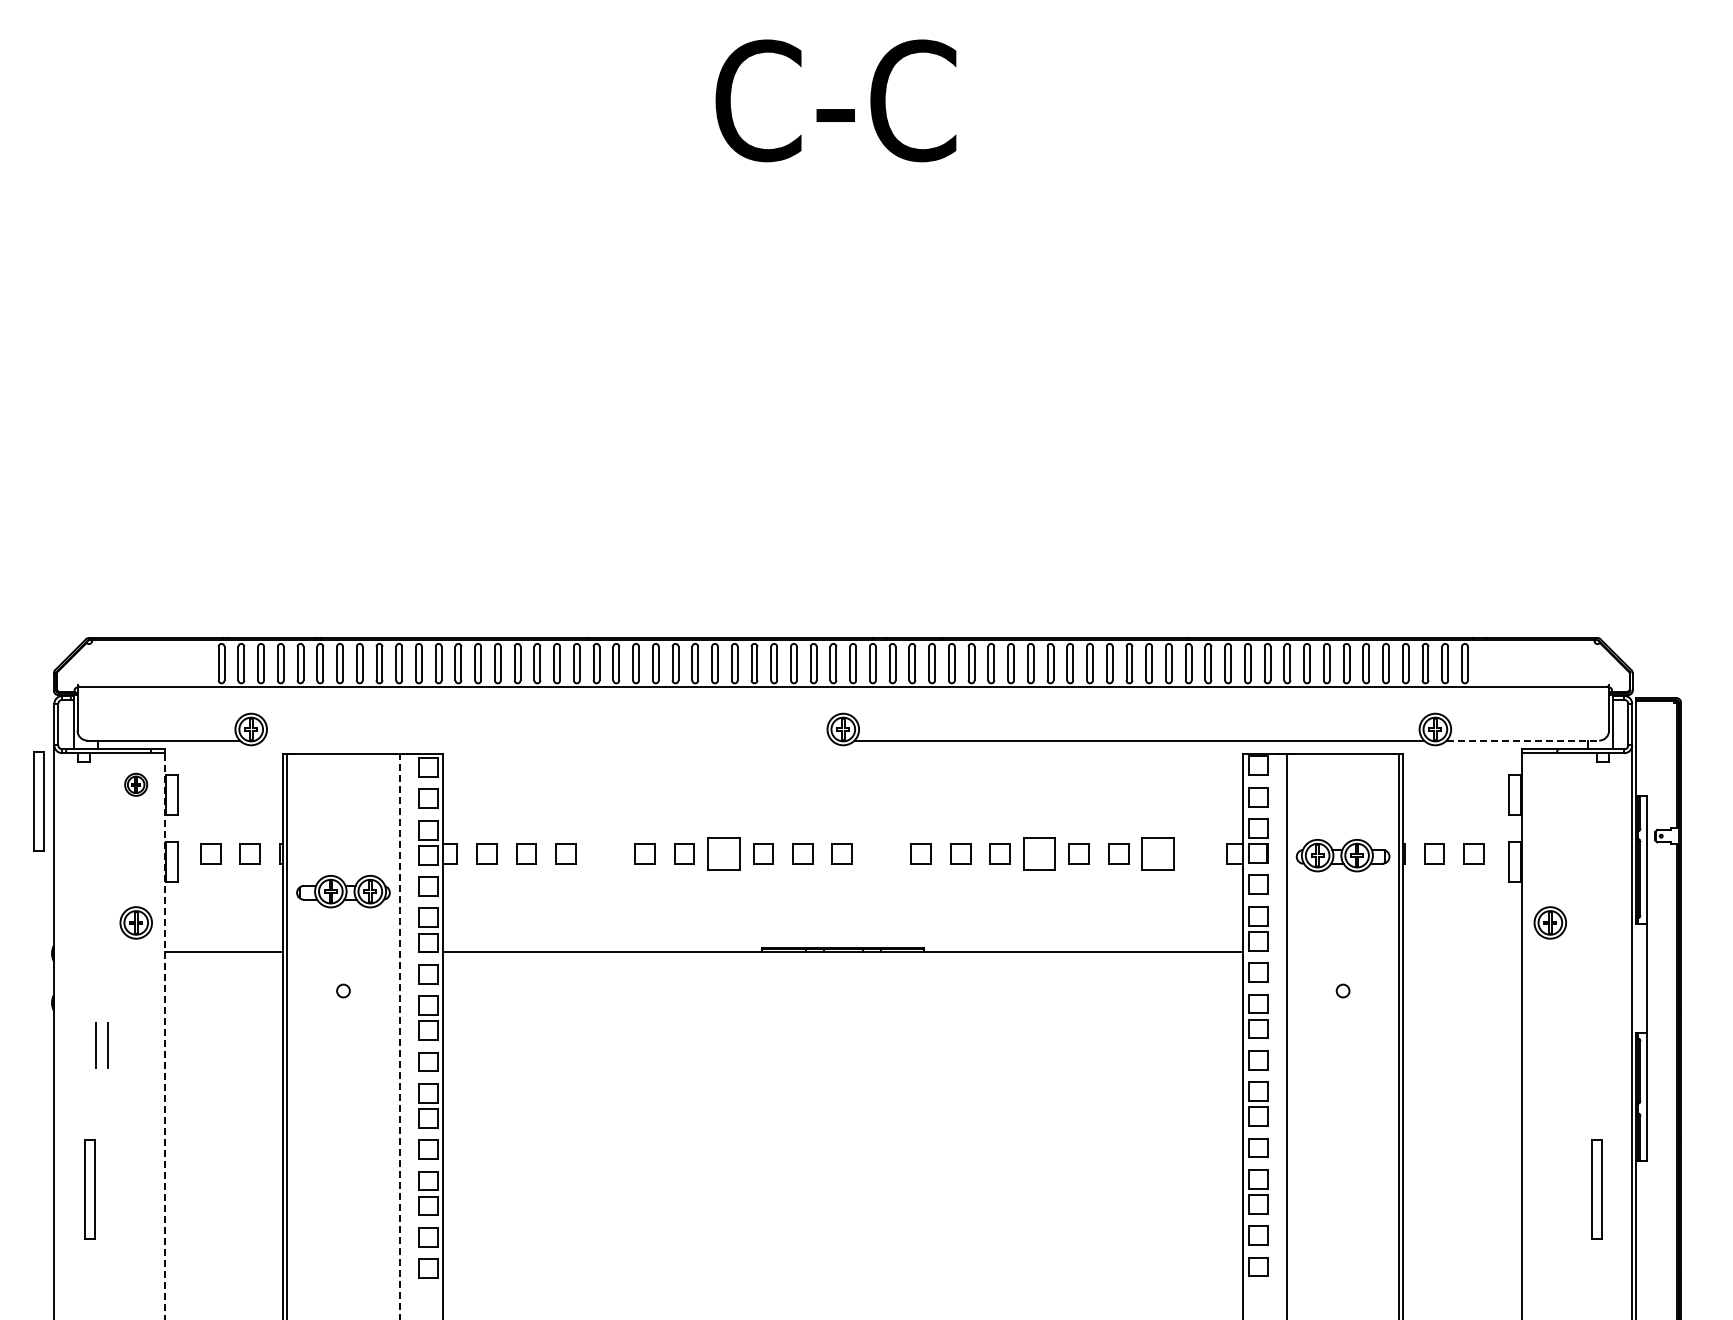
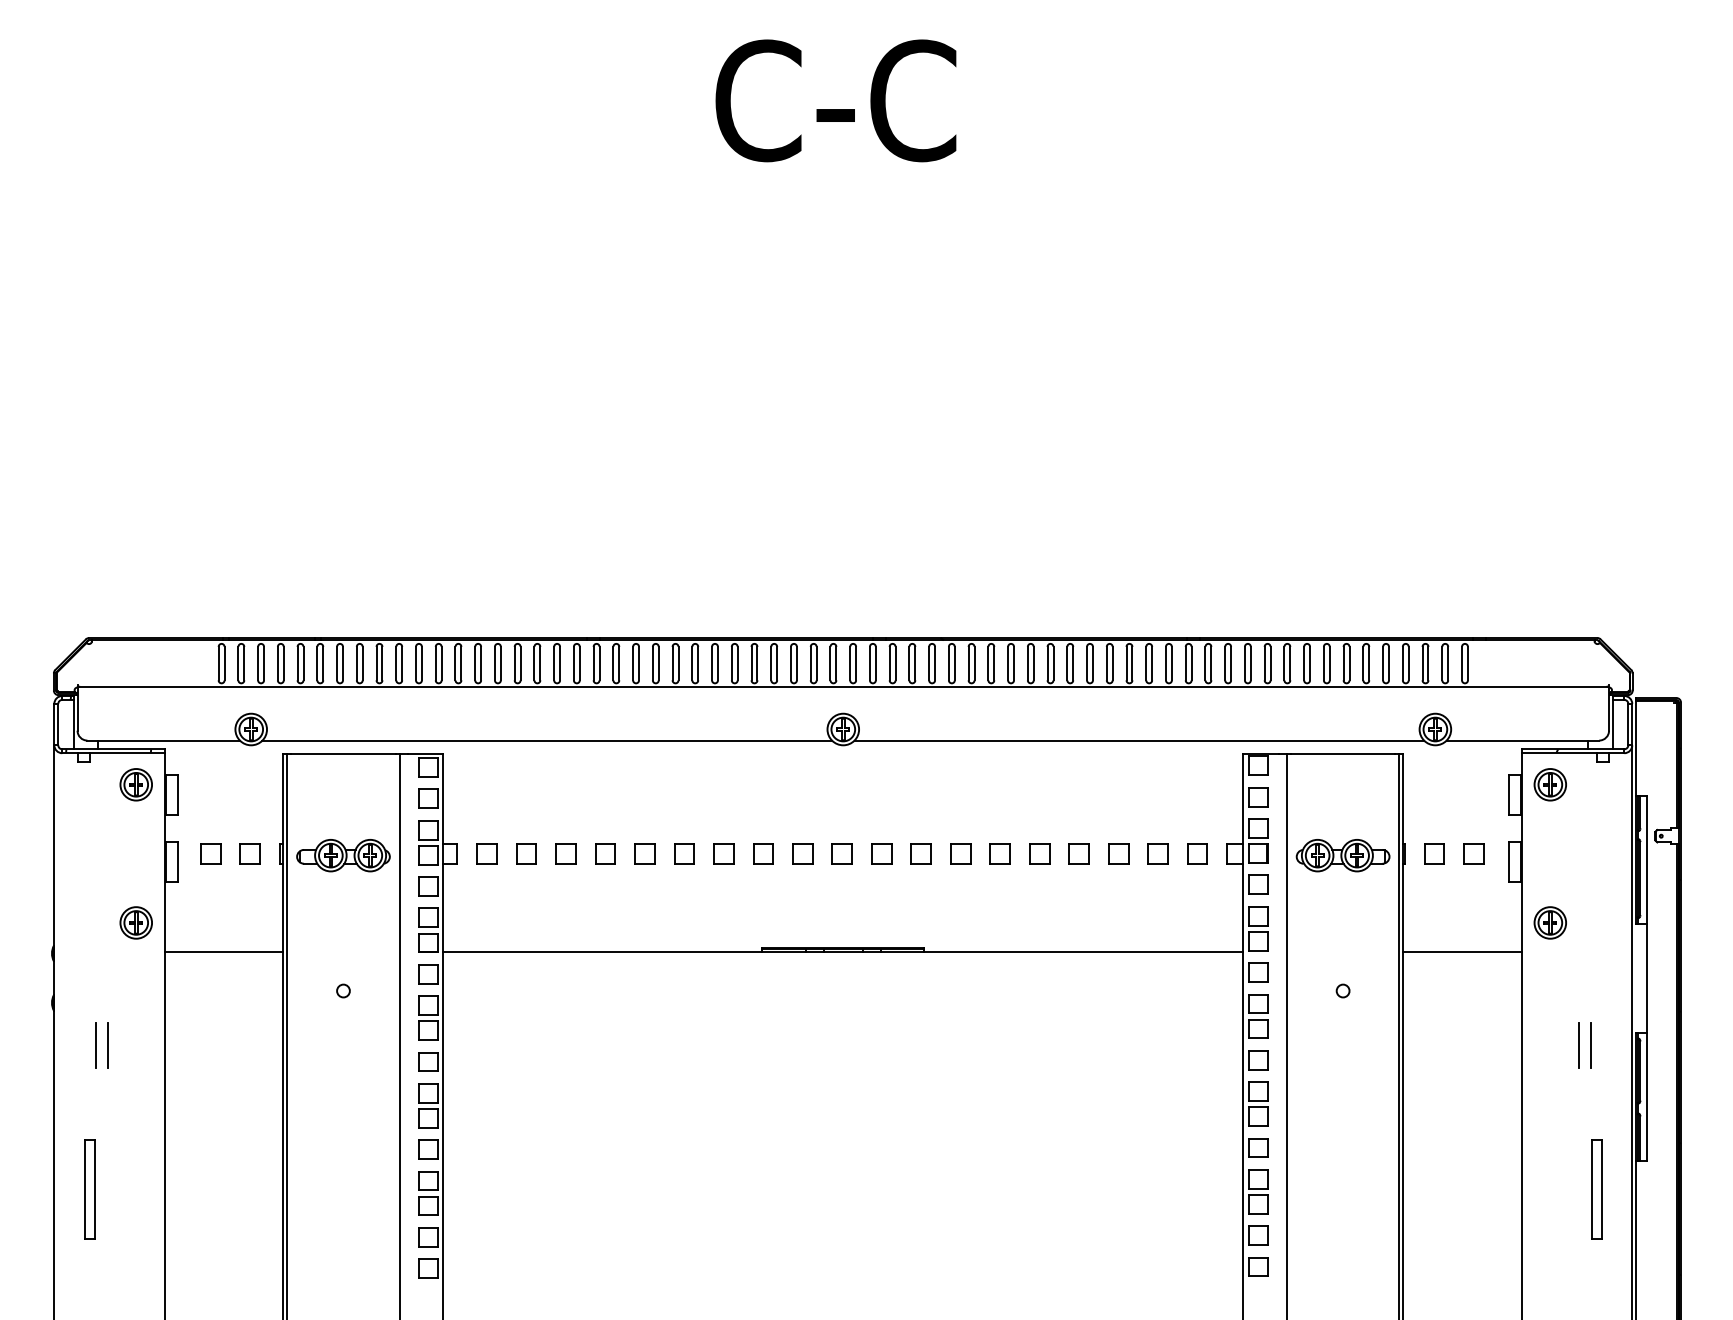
line at (547, 740): none -> present
line at (1523, 740): dashed -> solid
part at (136, 784) size: 25x25 px -> 34x34 px
part at (1549, 784): none -> present
part at (38, 801): present -> none
part at (605, 853): none -> present
part at (723, 853) size: 34x34 px -> 22x22 px
part at (881, 853): none -> present
part at (1039, 853) size: 33x34 px -> 22x22 px
part at (1157, 853) size: 34x34 px -> 22x22 px
part at (1197, 853): none -> present
part at (343, 891) position: (343, 891) -> (343, 855)
line at (1462, 951): none -> present
line at (164, 1036): dashed -> solid
line at (399, 1036): dashed -> solid
line at (1578, 1044): none -> present
line at (1590, 1044): none -> present
